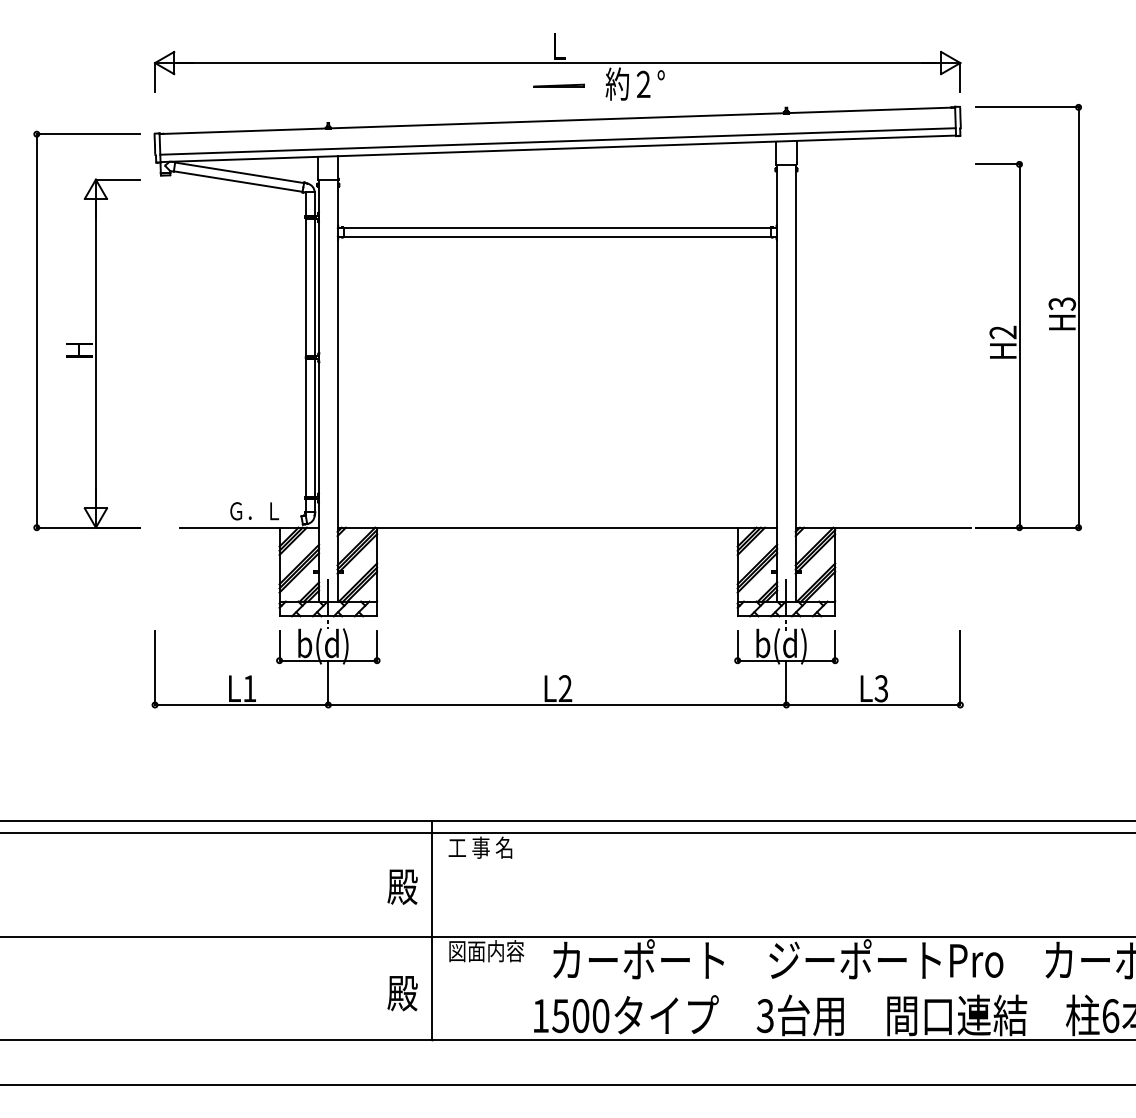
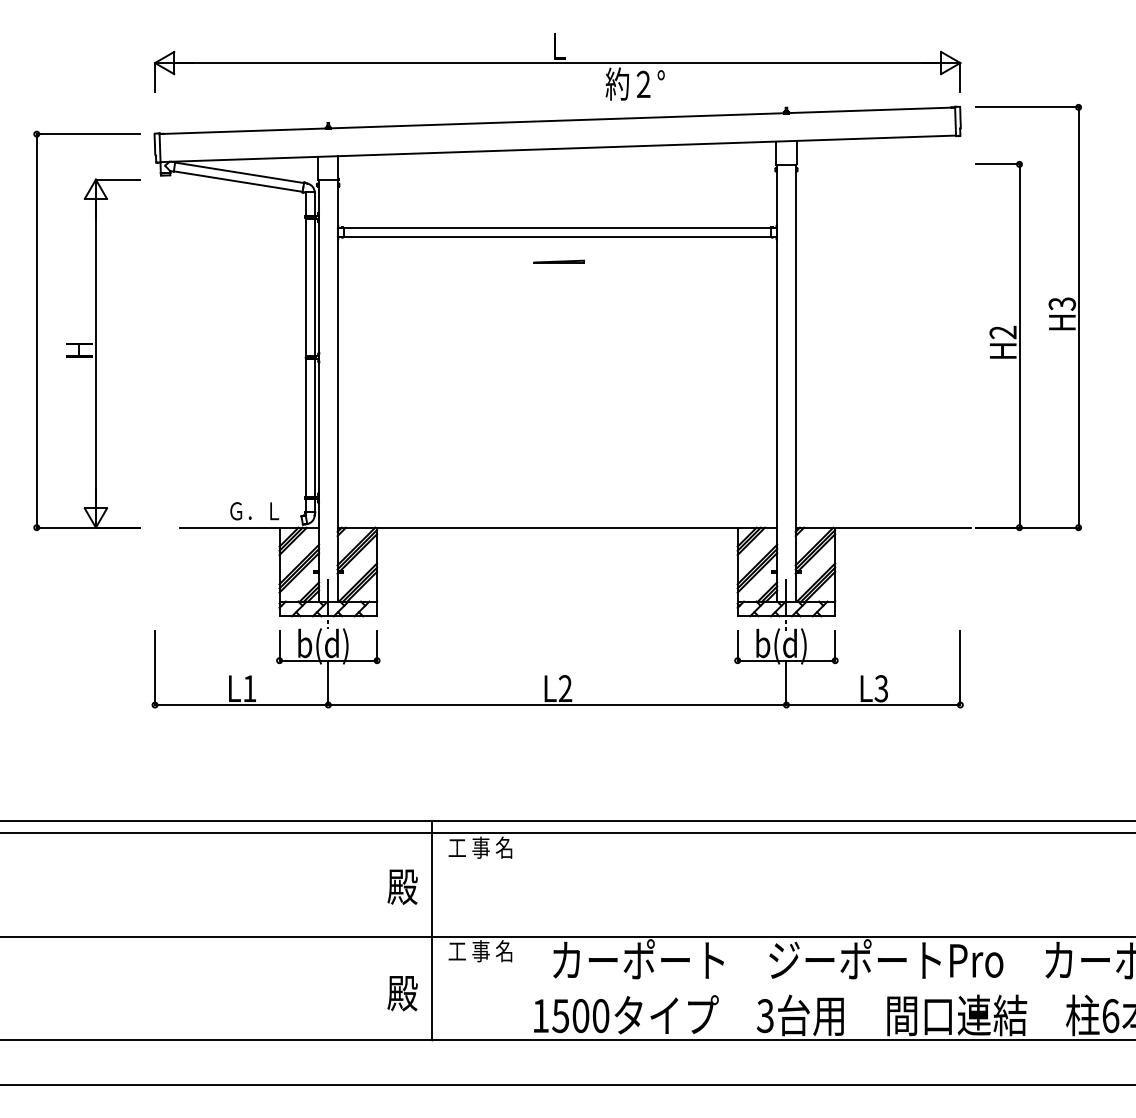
line at (558, 85) position: (558, 85) -> (558, 261)
line at (557, 141): present -> none
text at (486, 951): 図面内容 -> 工 事 名
